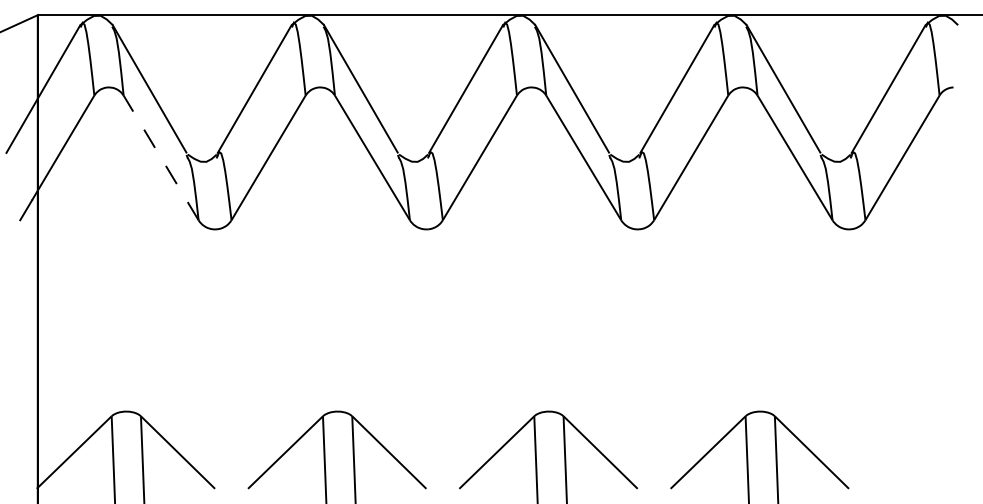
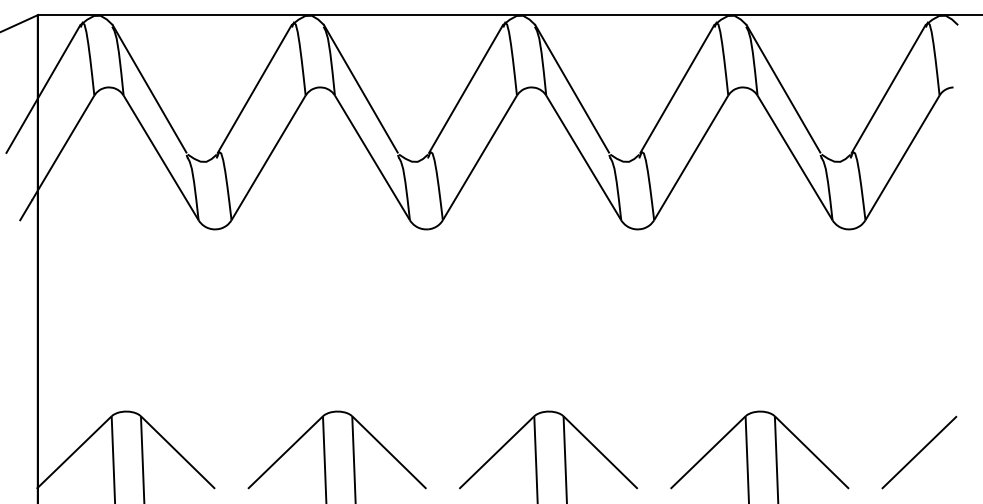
line at (161, 157): dashed -> solid
line at (919, 452): none -> present
